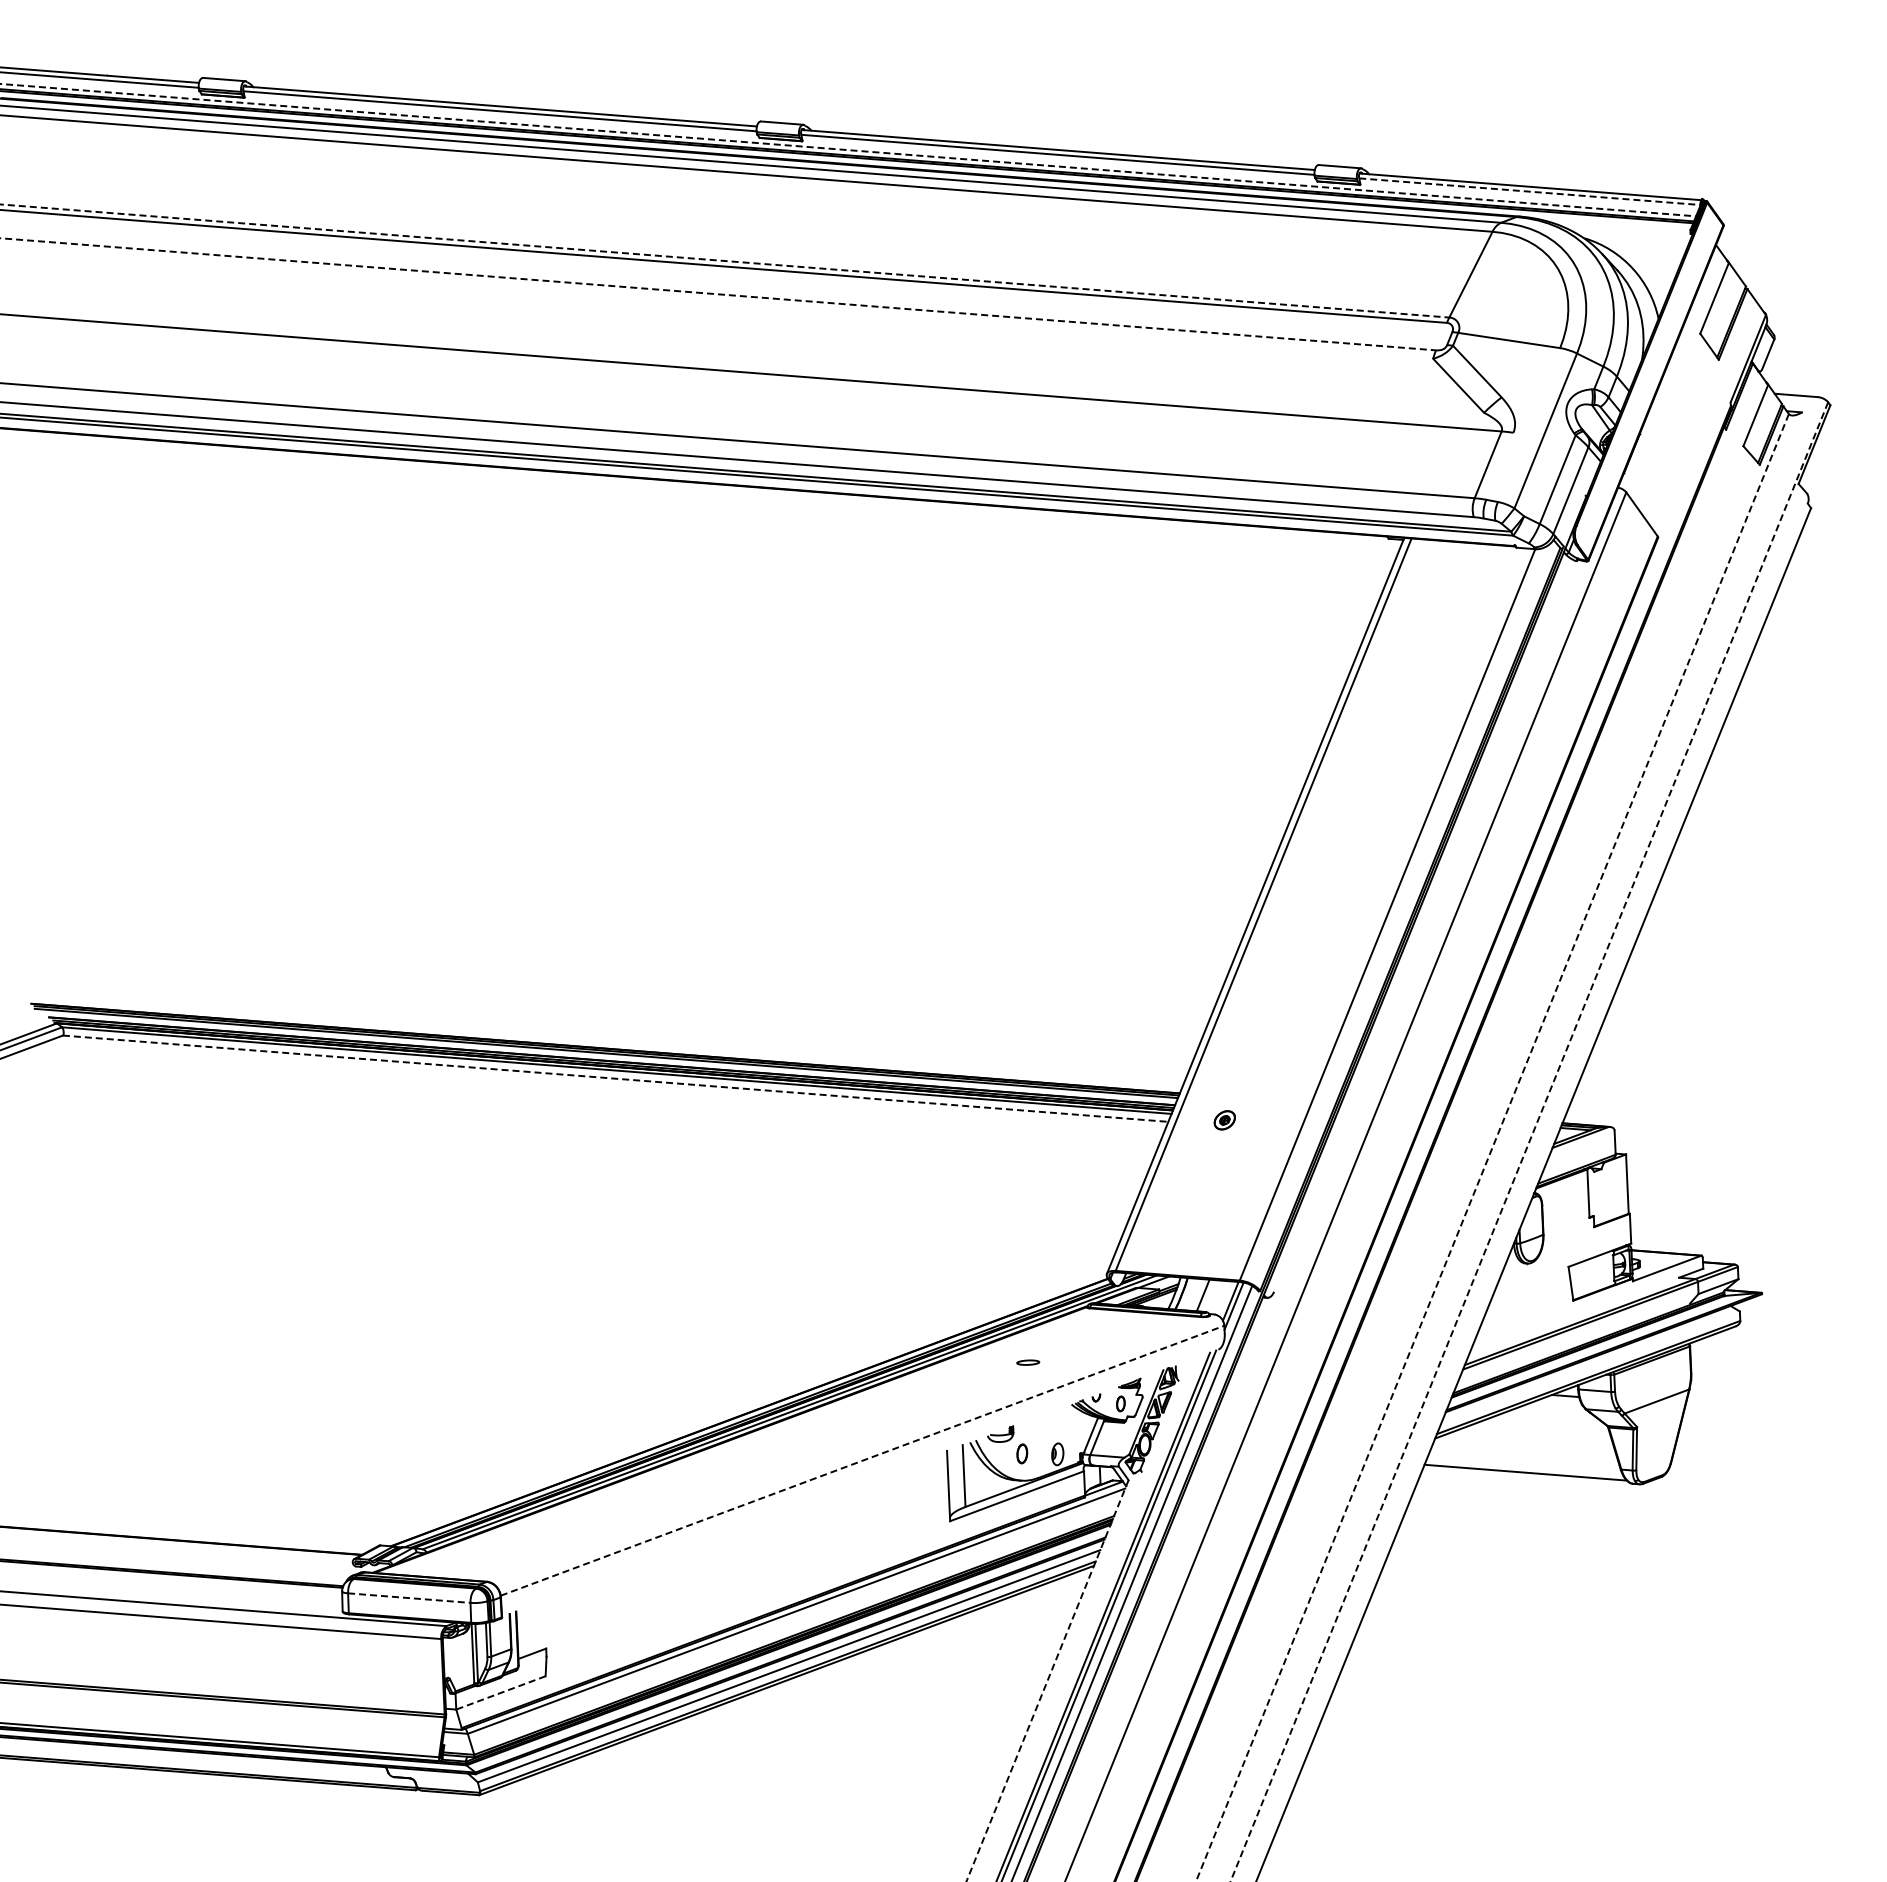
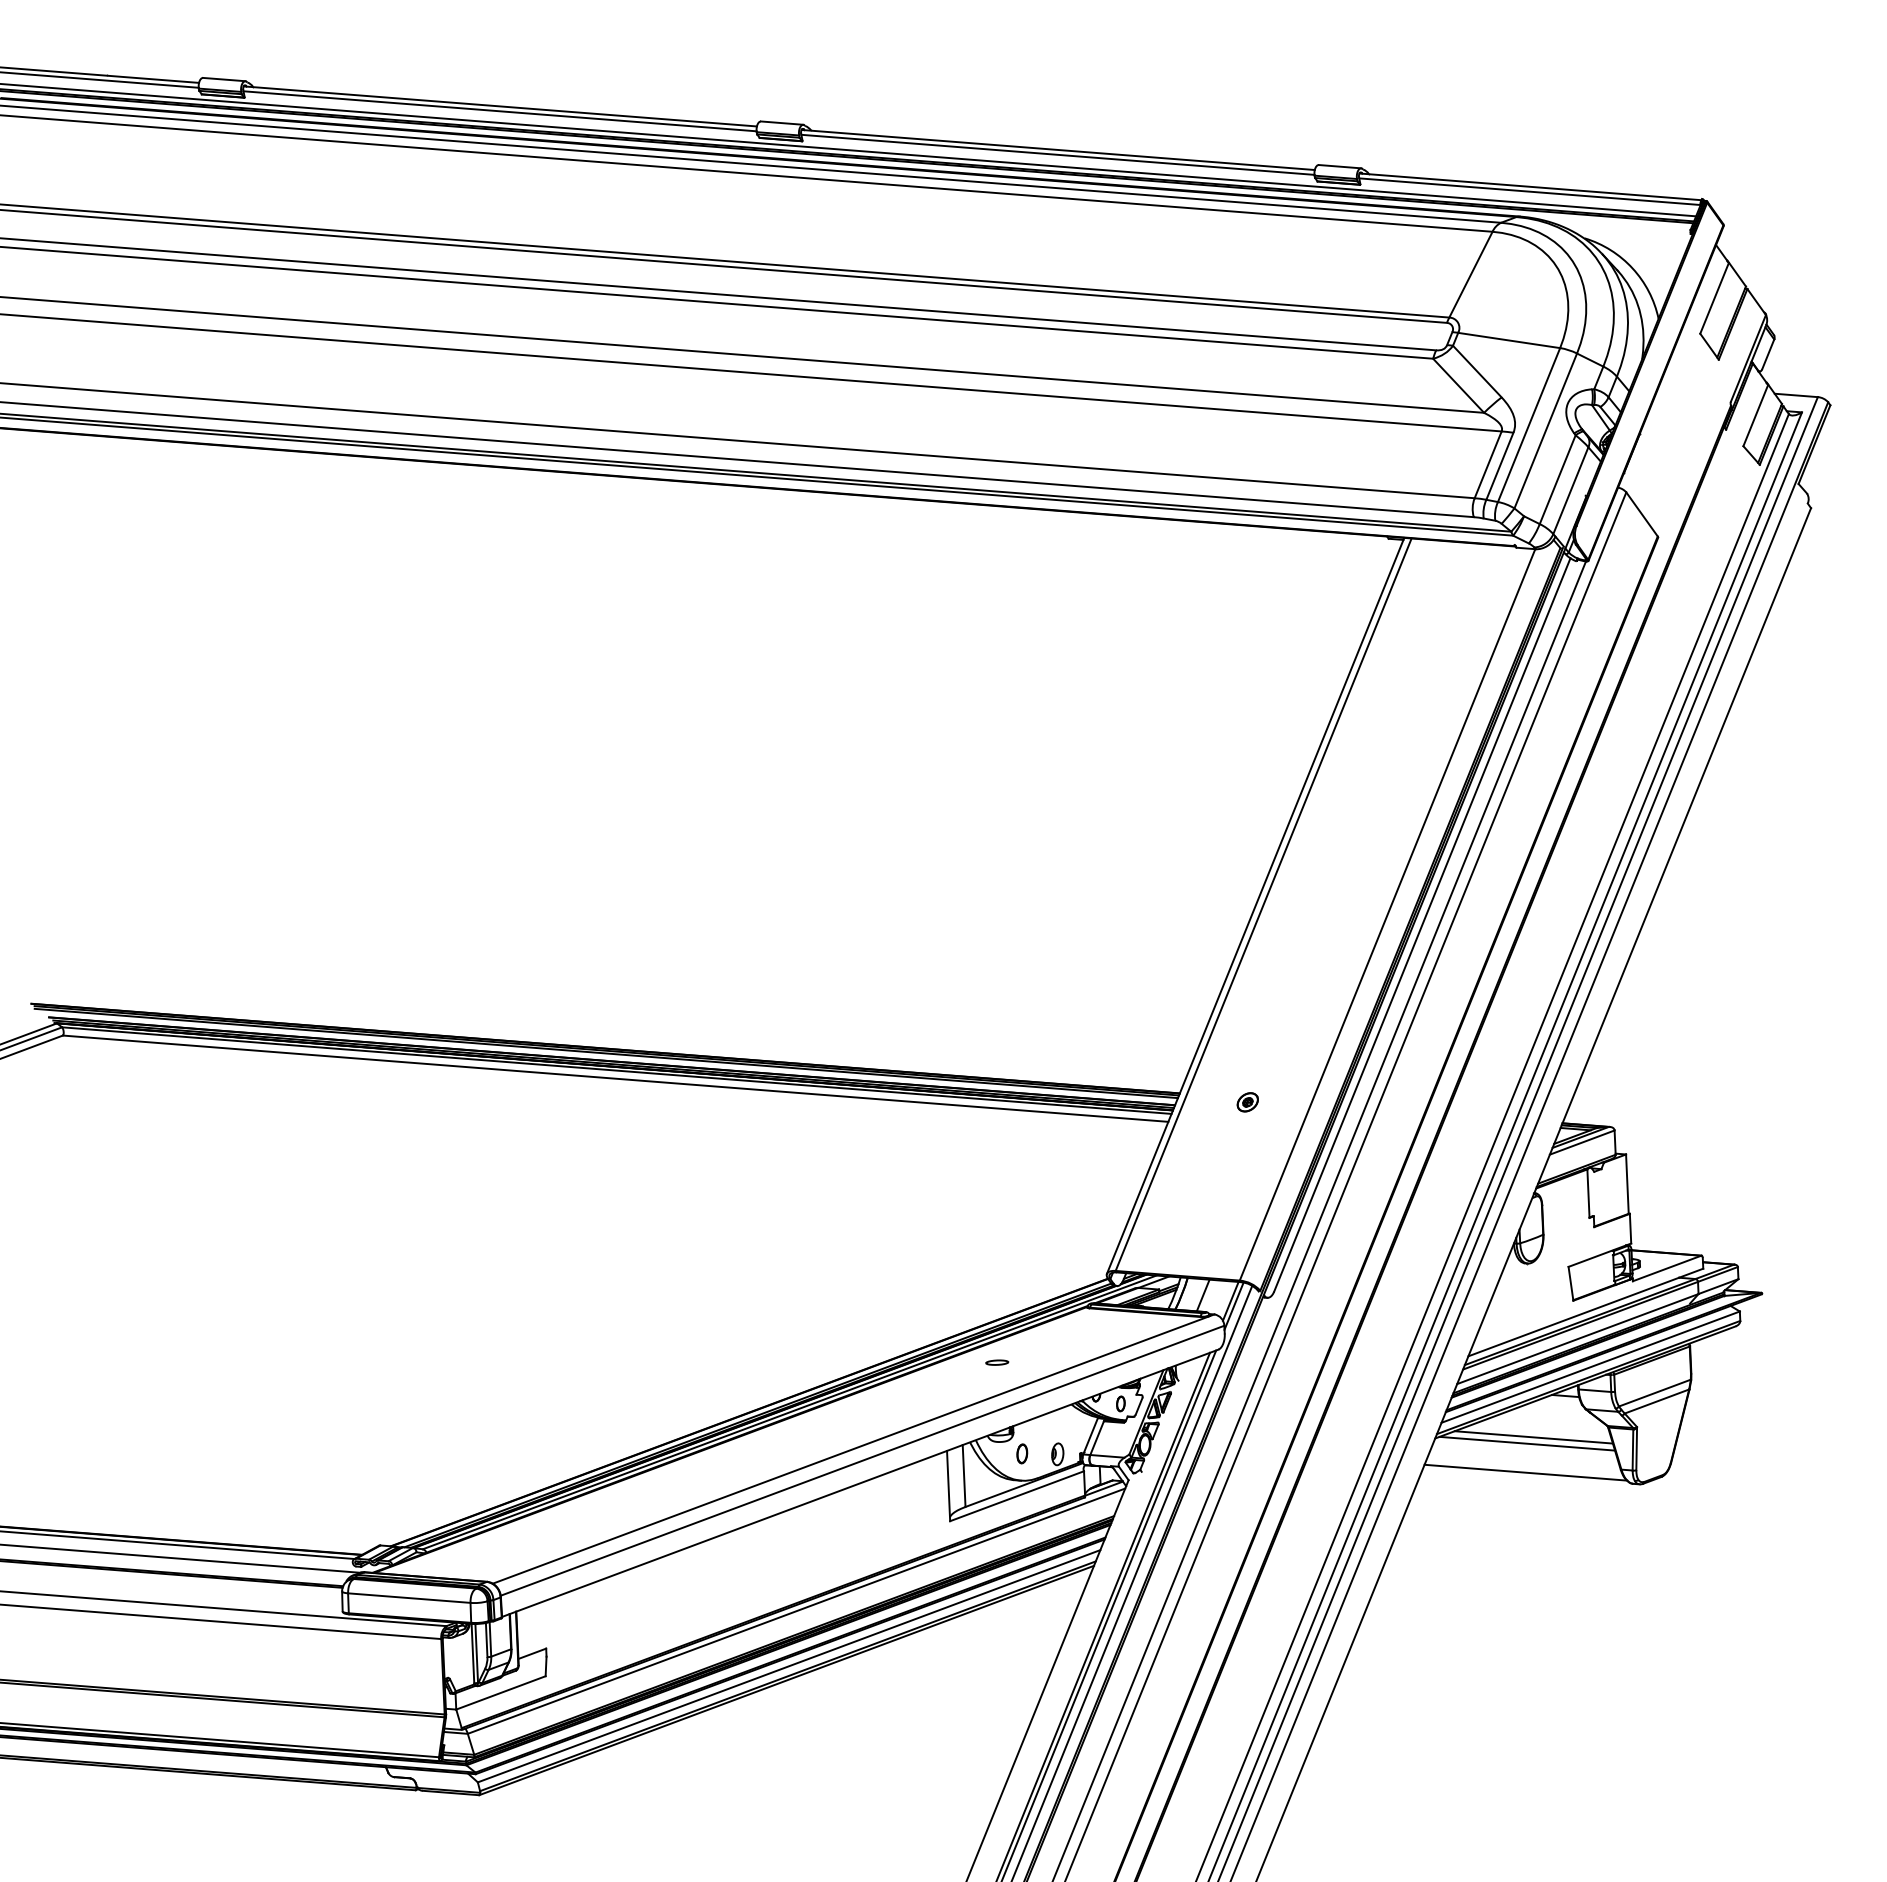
line at (848, 150): dashed -> solid
line at (1530, 191): dashed -> solid
line at (725, 261): dashed -> solid
line at (718, 294): dashed -> solid
line at (717, 302): none -> present
line at (743, 354): none -> present
line at (1528, 425): none -> present
line at (1499, 465): none -> present
line at (1422, 924): none -> present
line at (616, 1078): dashed -> solid
part at (1224, 1120) position: (1224, 1120) -> (1247, 1102)
line at (1518, 1137): none -> present
line at (1529, 1141): dashed -> solid
line at (1581, 1142): none -> present
line at (1505, 1145): none -> present
line at (1492, 1148): dashed -> solid
line at (1320, 1219): none -> present
line at (1573, 1316): none -> present
line at (1577, 1339): none -> present
part at (1028, 1362) position: (1028, 1362) -> (997, 1362)
line at (1590, 1366): none -> present
line at (1654, 1392): none -> present
line at (1533, 1437): none -> present
line at (1527, 1443): none -> present
line at (853, 1448): none -> present
line at (863, 1460): dashed -> solid
line at (860, 1482): none -> present
line at (178, 1544): none -> present
line at (181, 1558): none -> present
line at (409, 1598): dashed -> solid
line at (1047, 1681): dashed -> solid
line at (500, 1692): dashed -> solid
